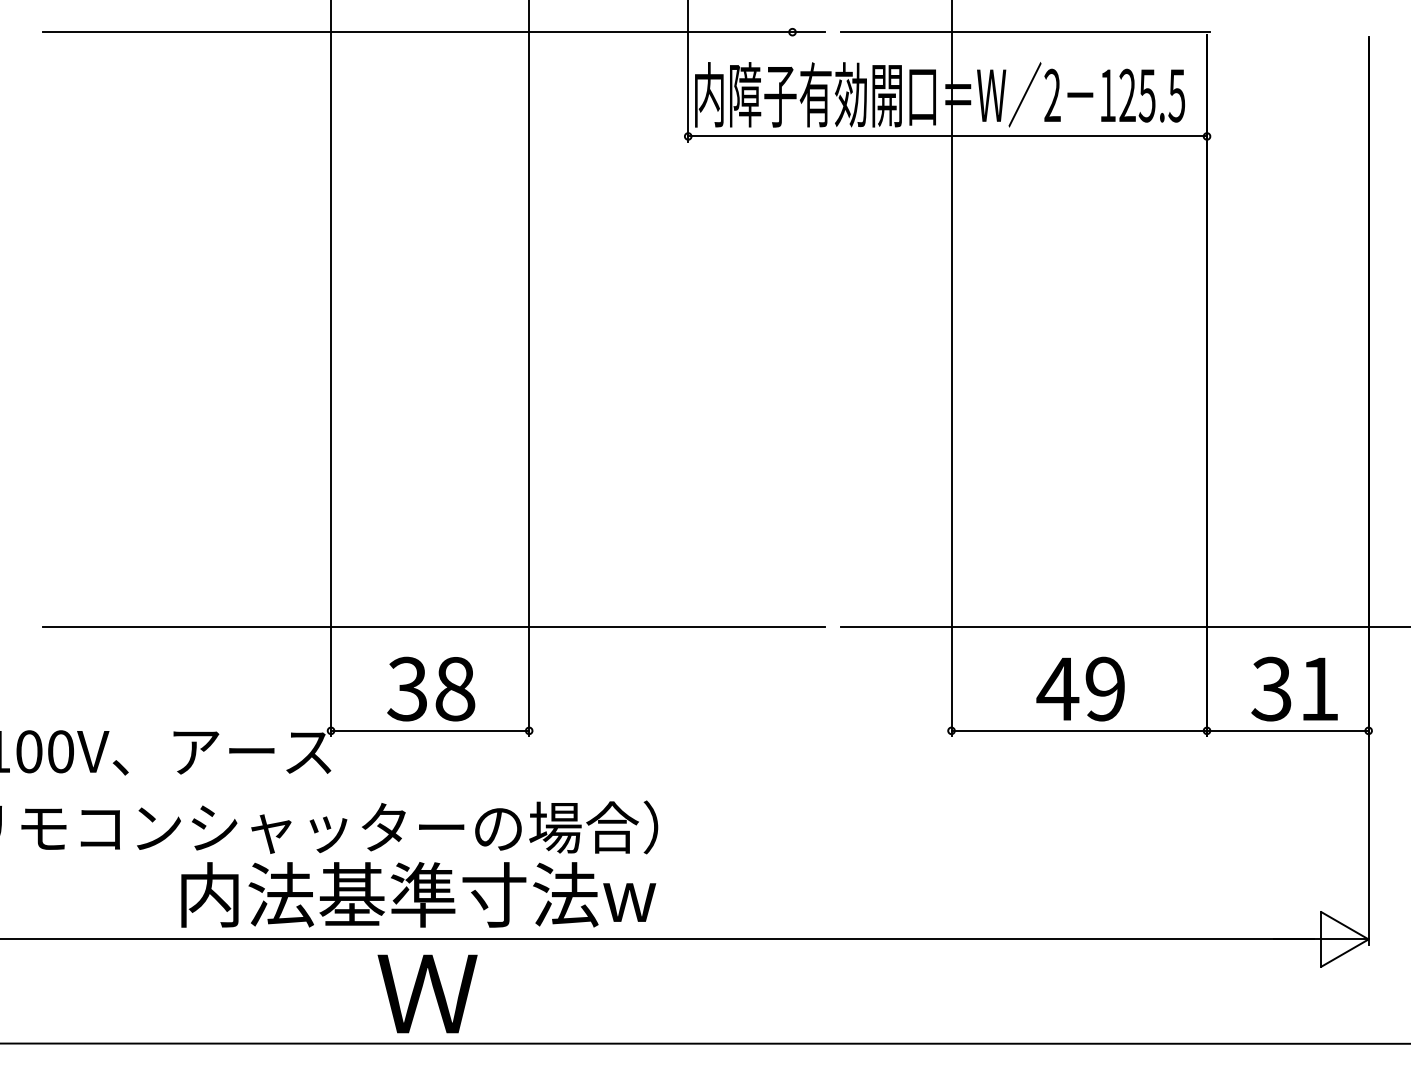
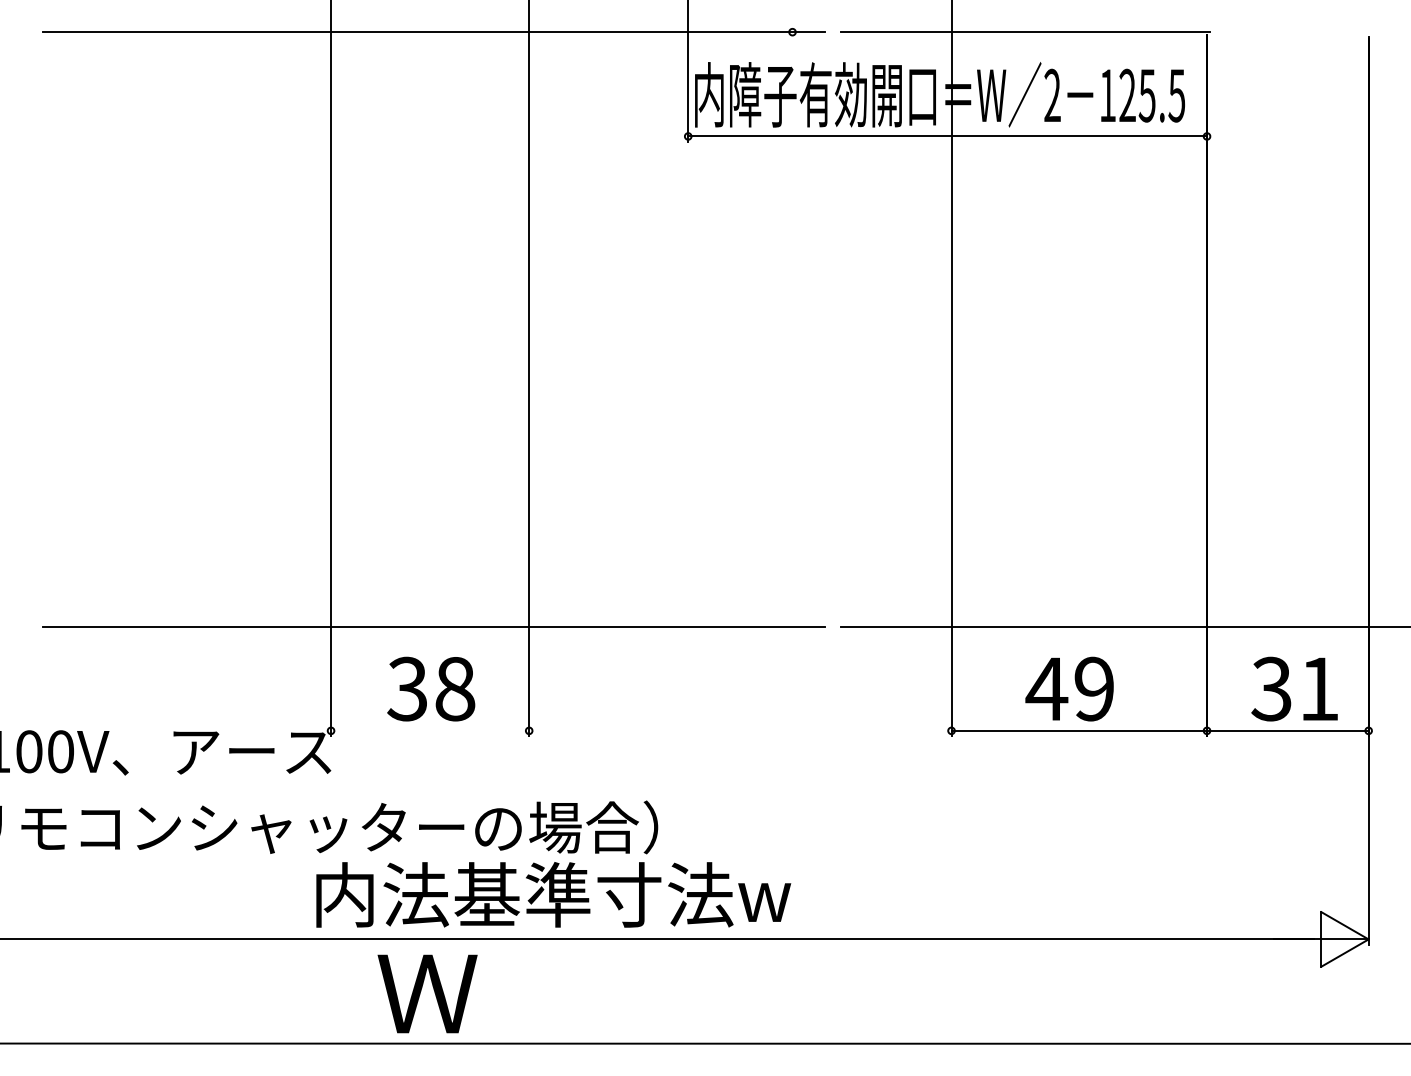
text at (1080, 688) position: (1080, 688) -> (1069, 688)
line at (430, 730): present -> none
text at (418, 894) position: (418, 894) -> (553, 894)
